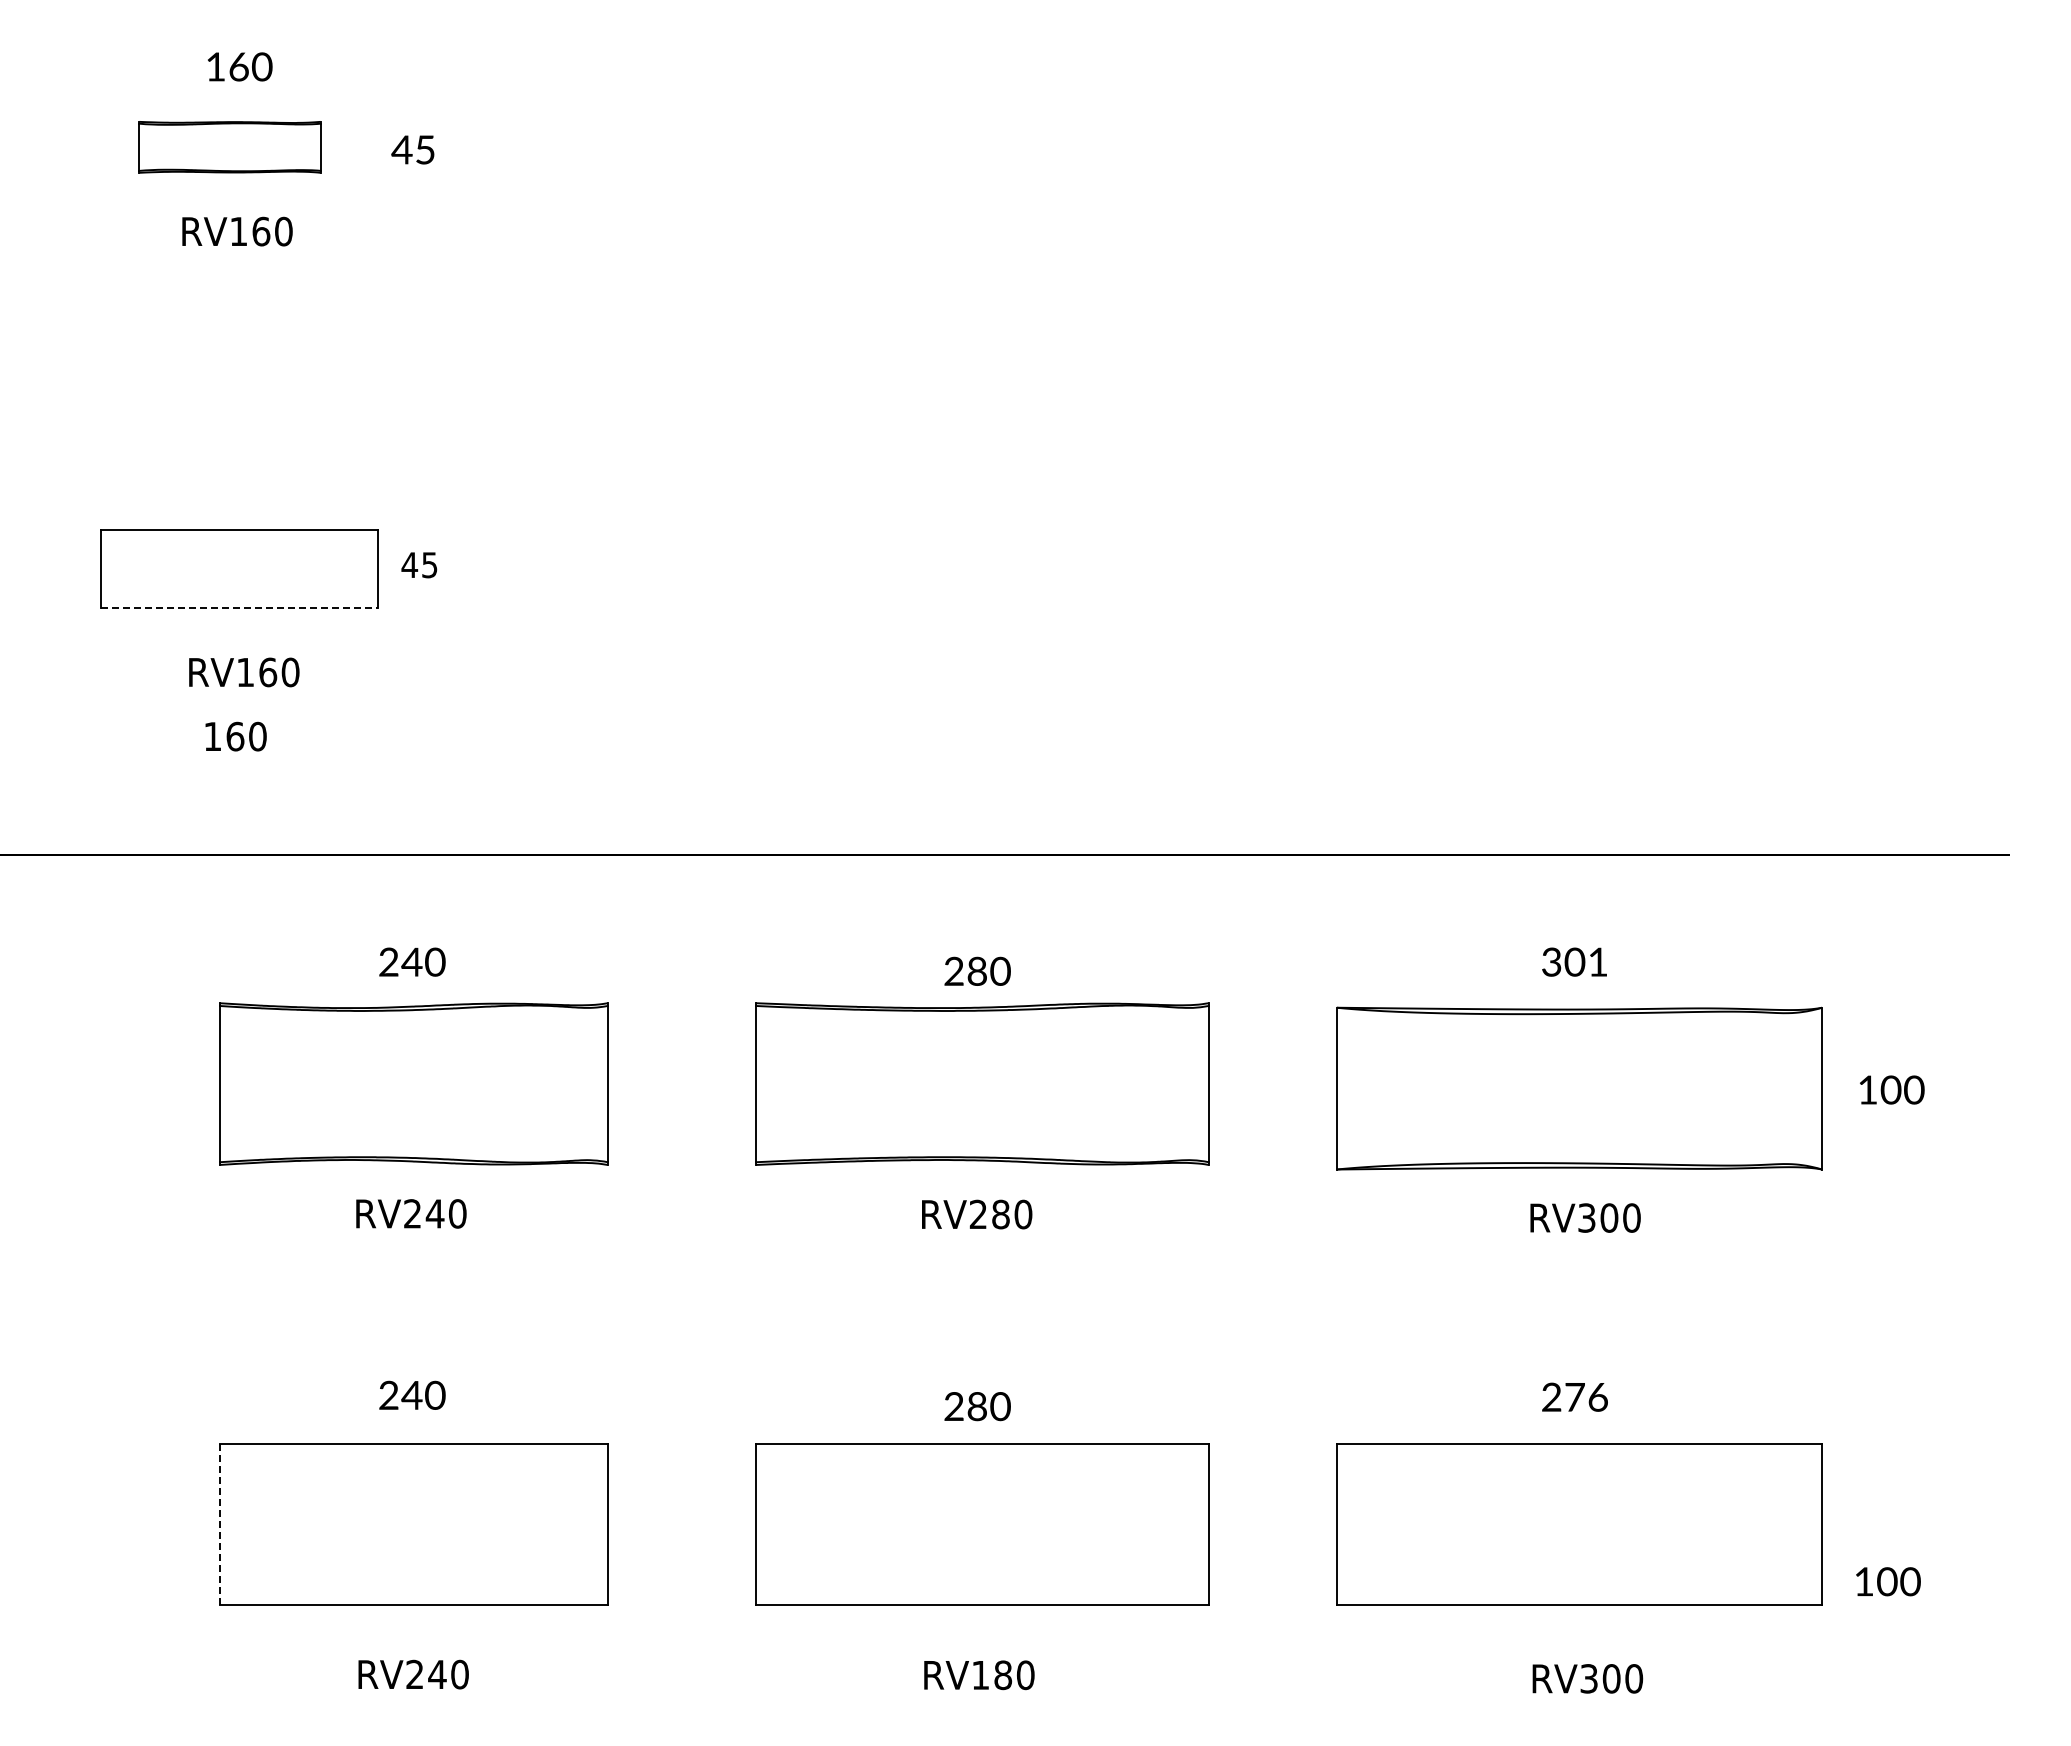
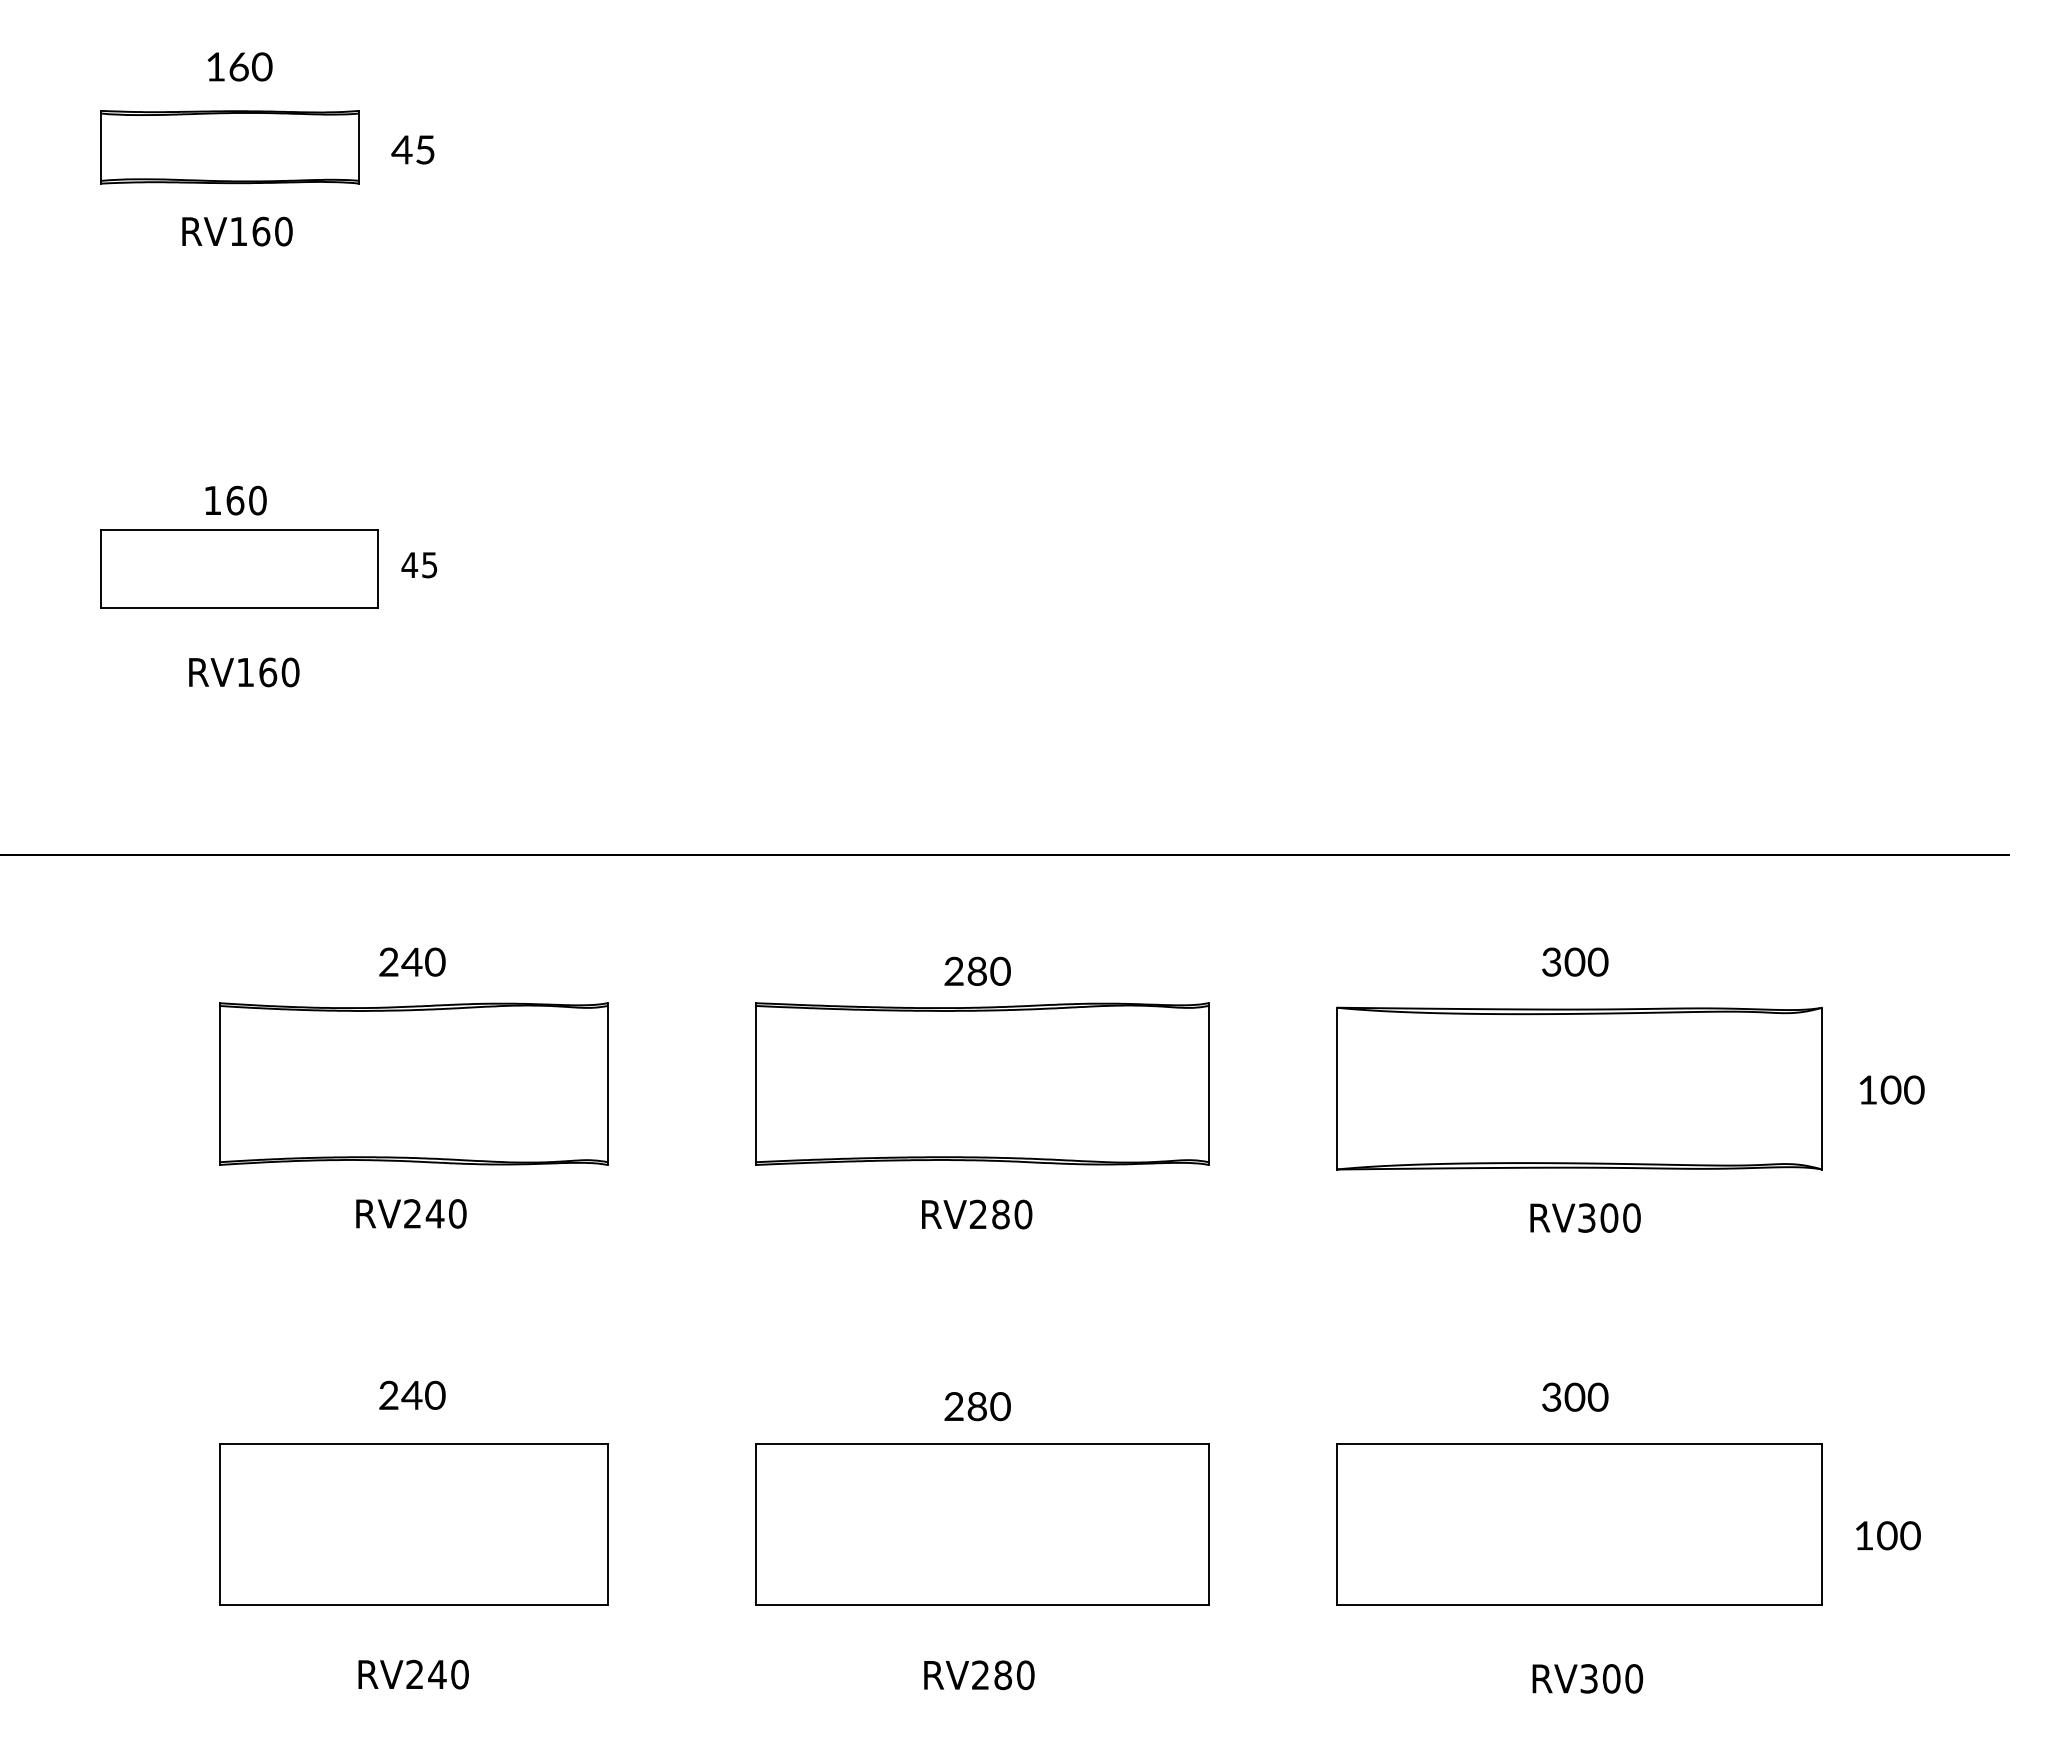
part at (229, 147) size: 184x53 px -> 260x75 px
line at (239, 608): dashed -> solid
text at (235, 736) position: (235, 736) -> (235, 500)
text at (1597, 961): 301 -> 300
text at (1575, 1396): 276 -> 300
line at (219, 1524): dashed -> solid
text at (1888, 1581) position: (1888, 1581) -> (1888, 1535)
text at (980, 1674): RV180 -> RV280
